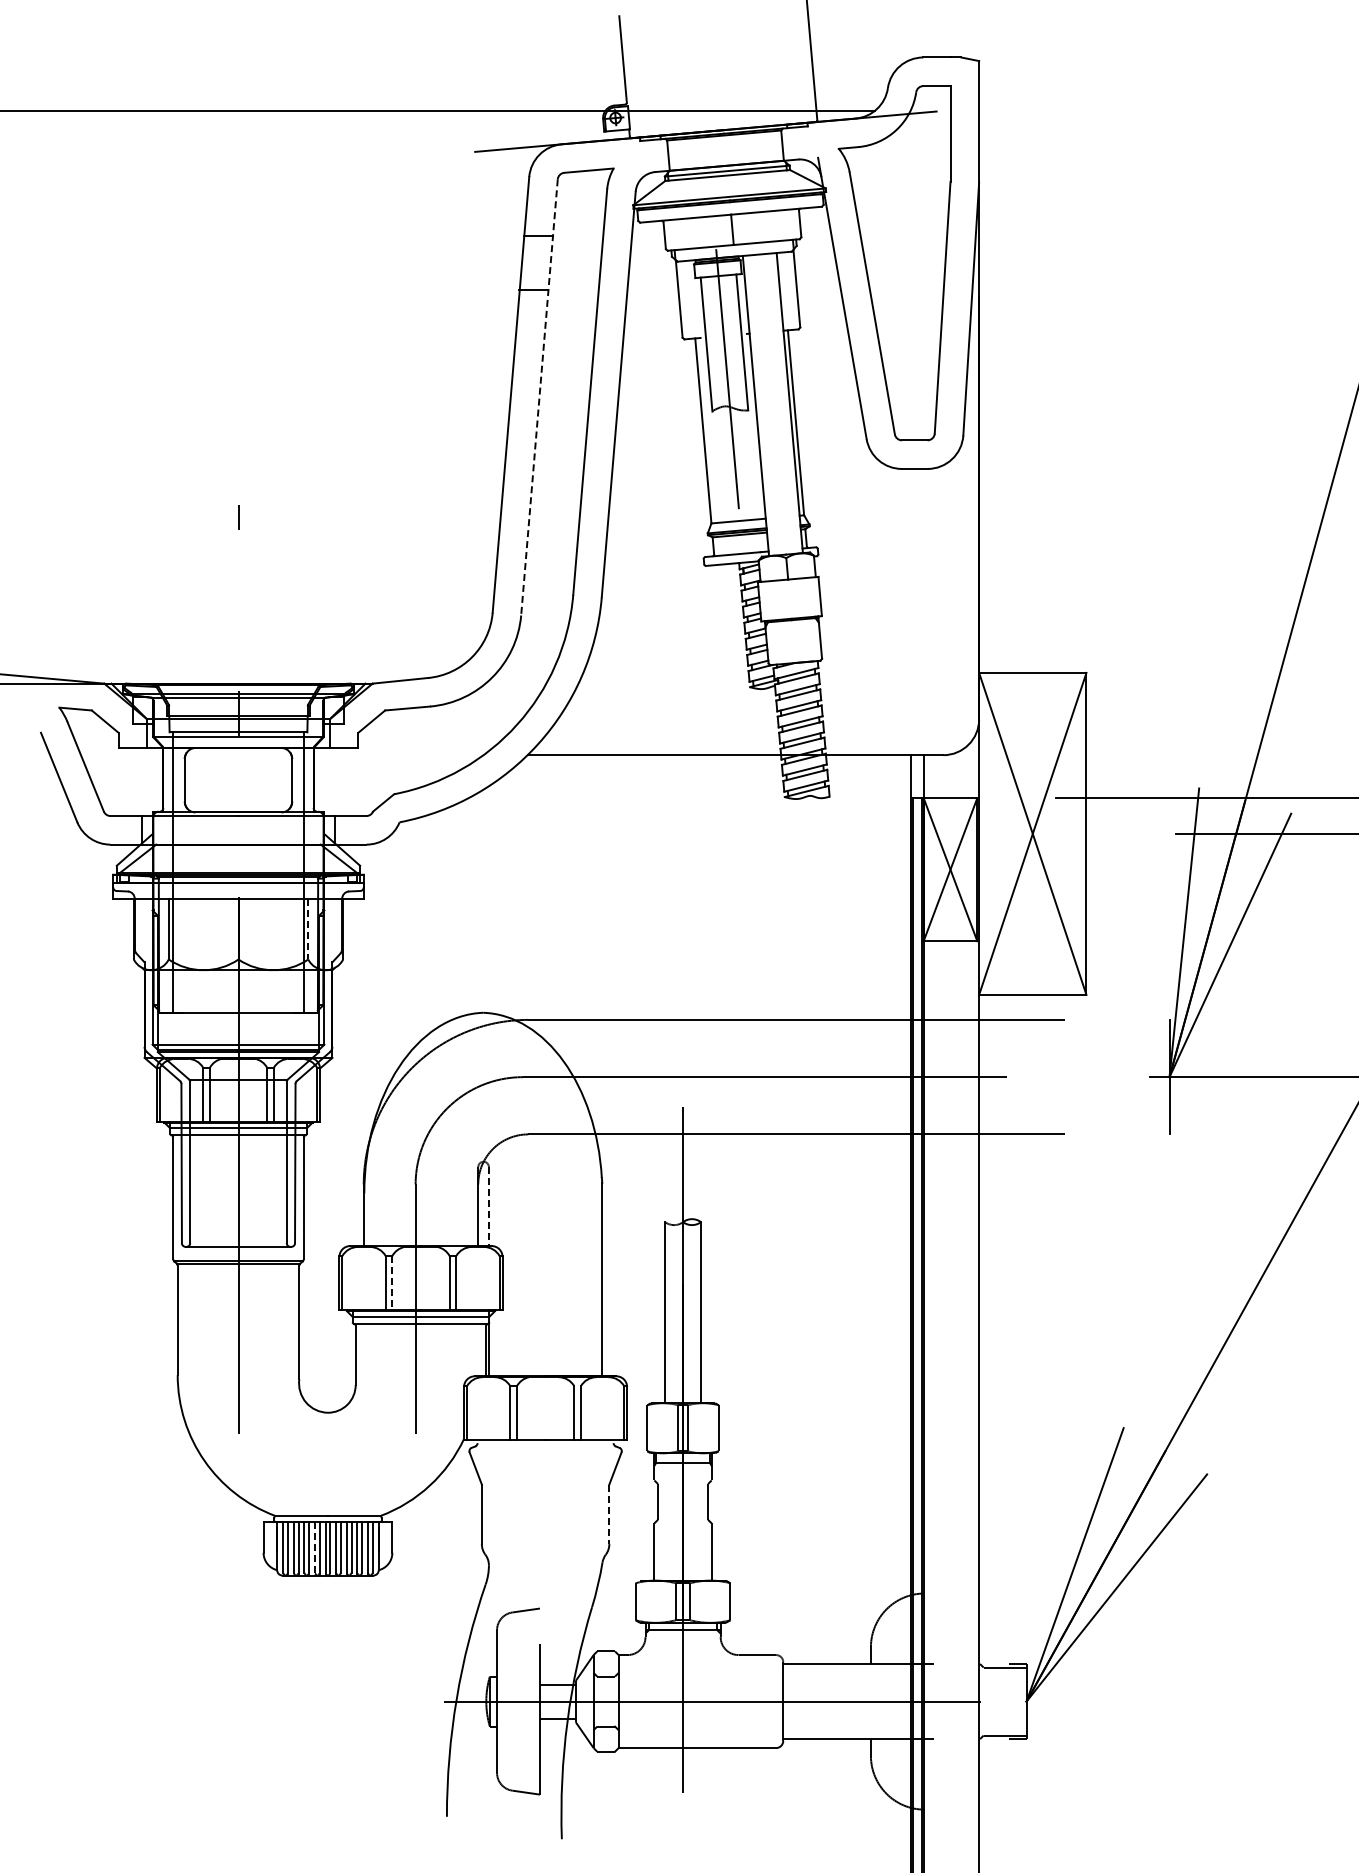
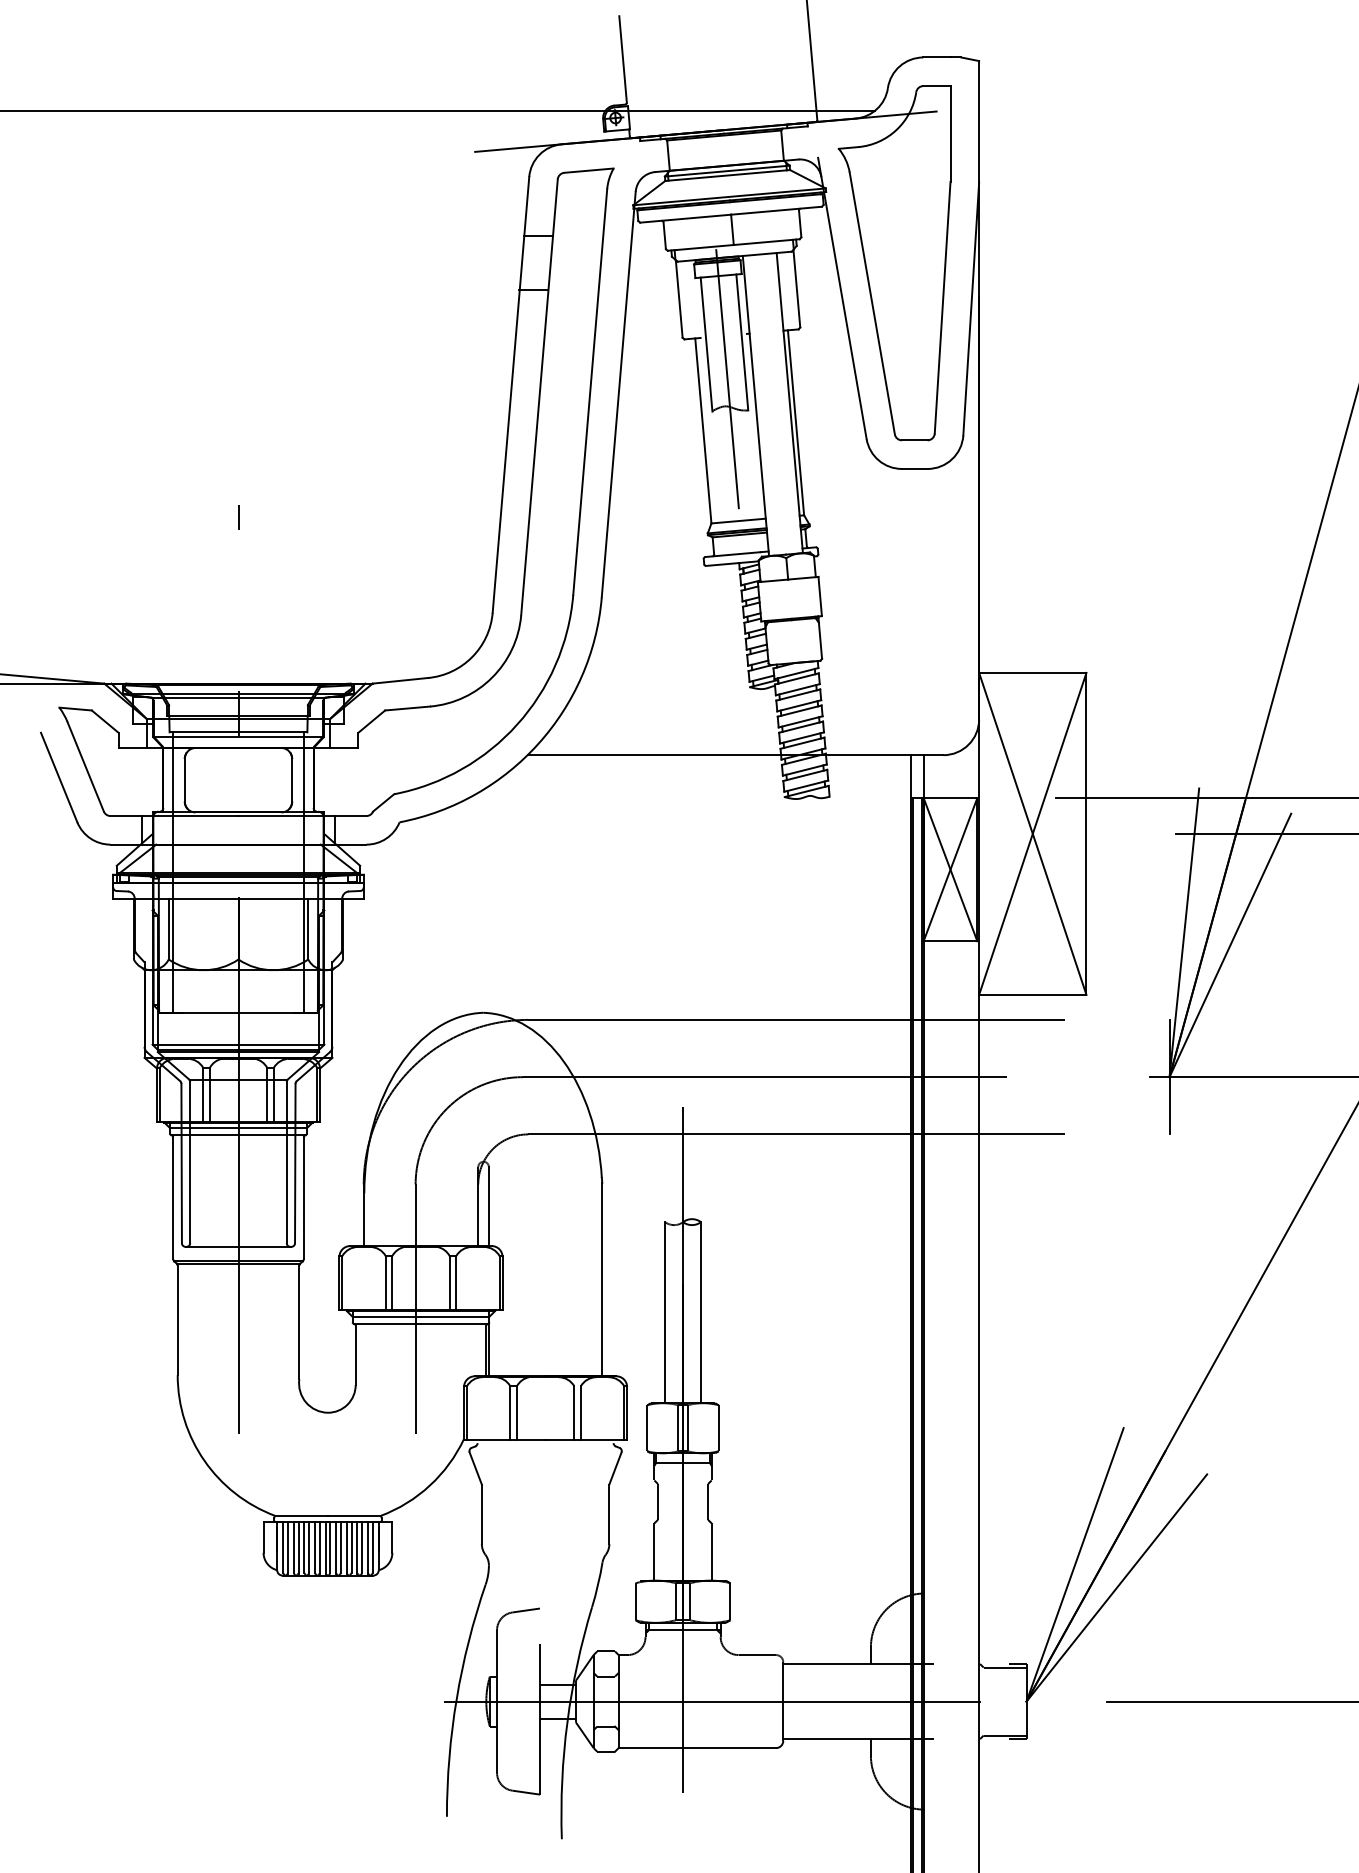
line at (539, 397): dashed -> solid
line at (308, 929): dashed -> solid
line at (488, 1207): dashed -> solid
line at (392, 1282): dashed -> solid
line at (609, 1514): dashed -> solid
line at (314, 1547): dashed -> solid
line at (1231, 1701): none -> present
